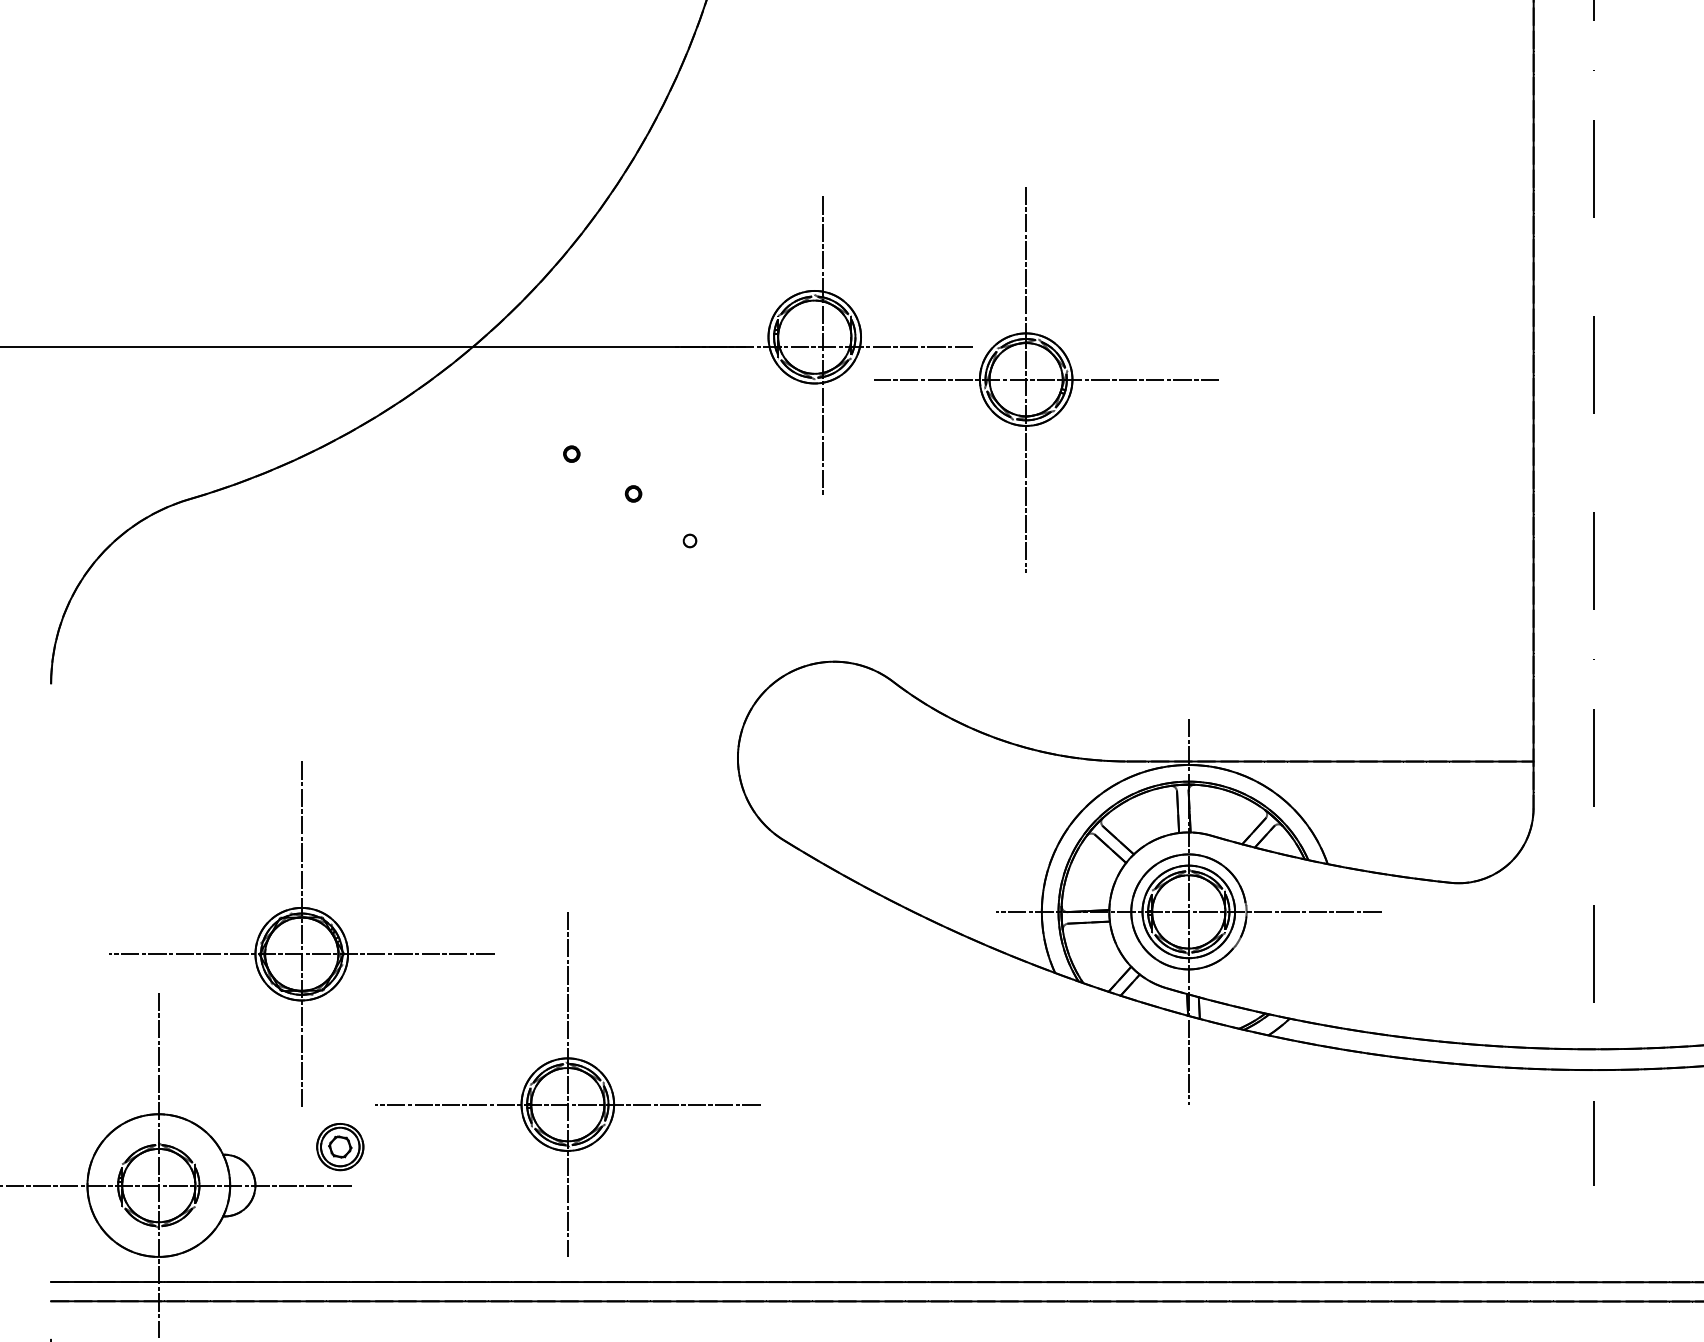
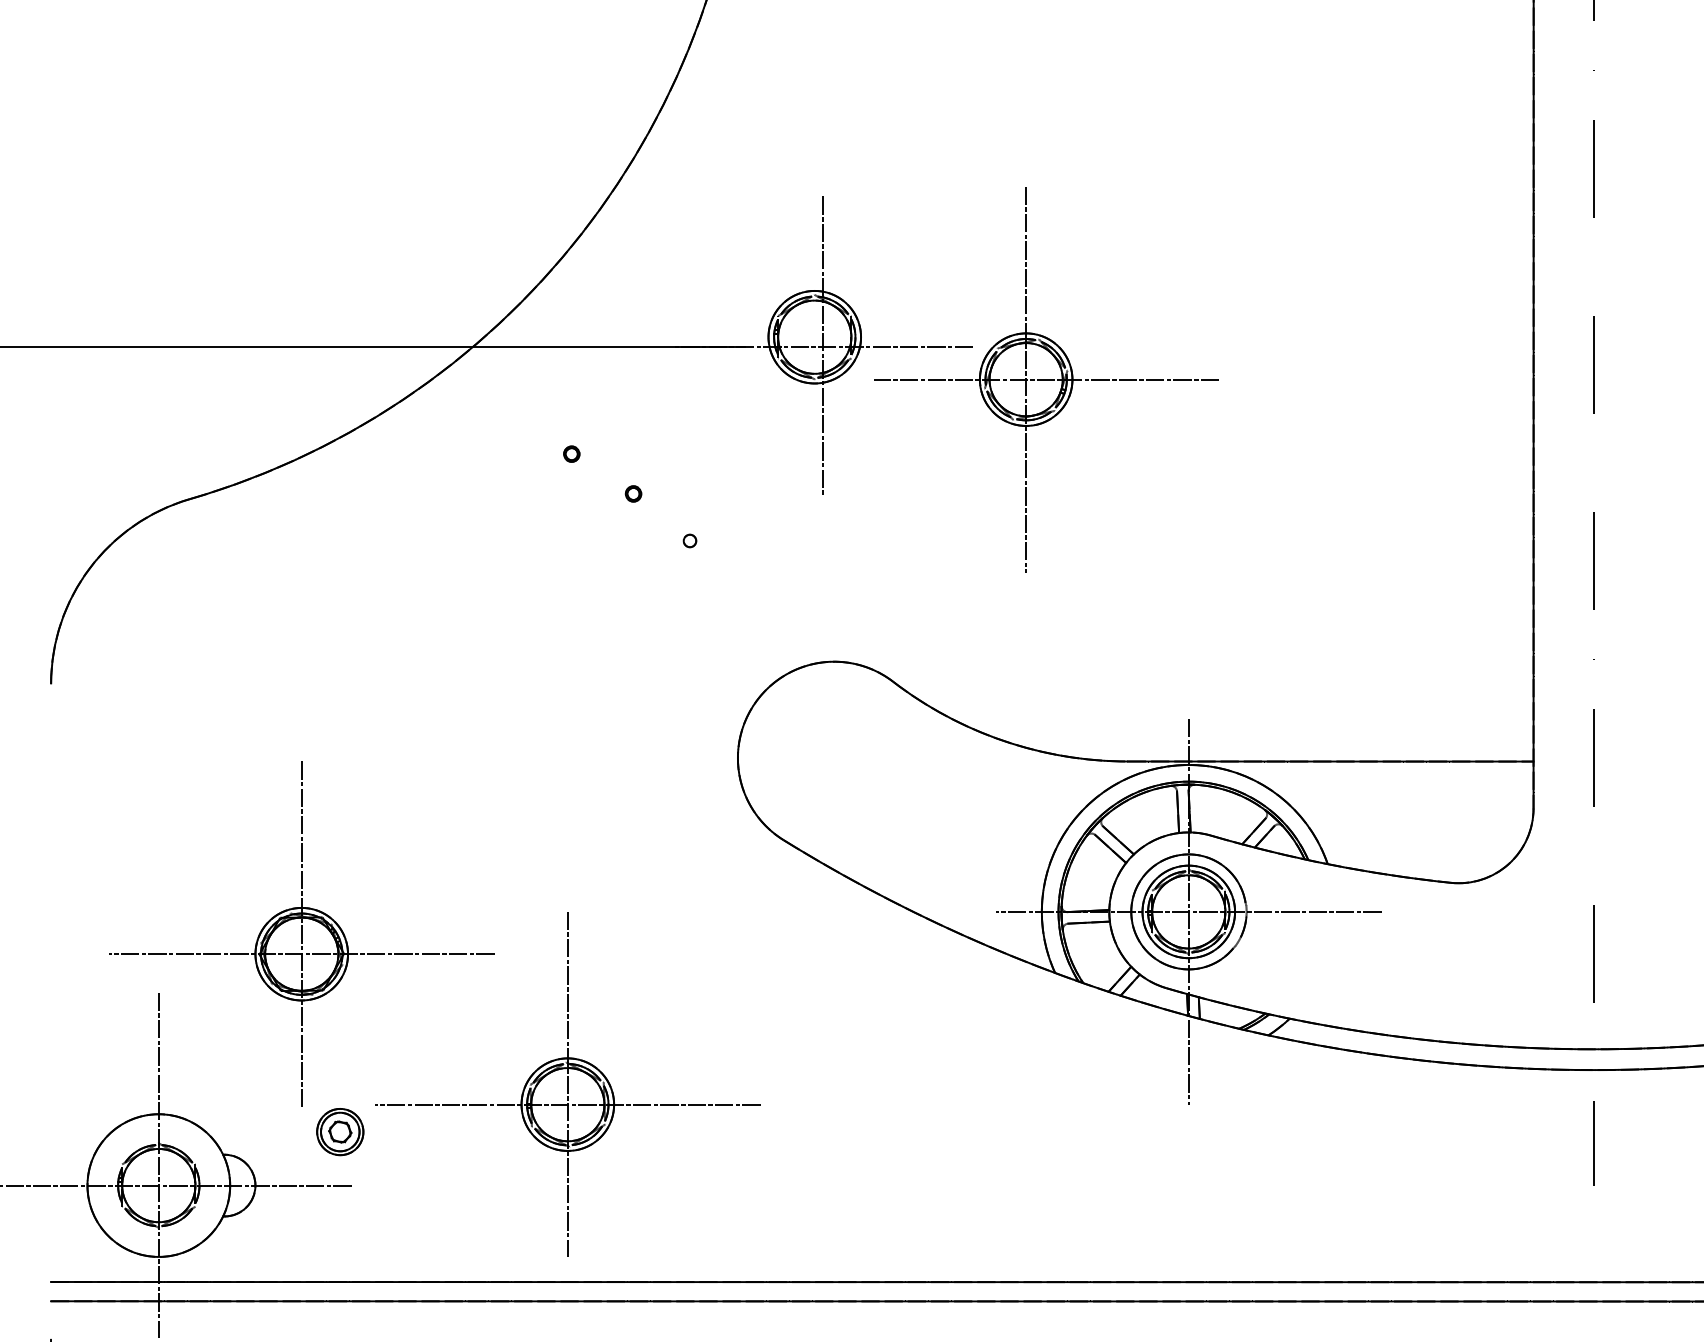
part at (340, 1147) position: (340, 1147) -> (340, 1132)
